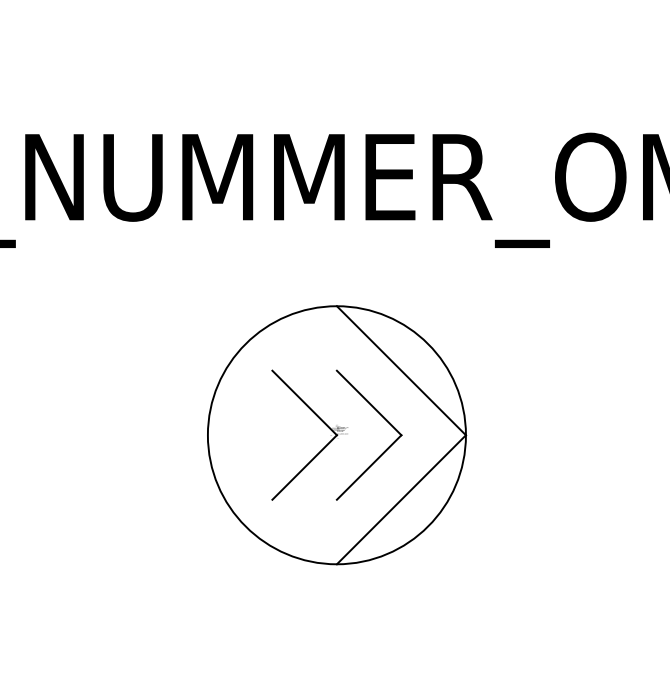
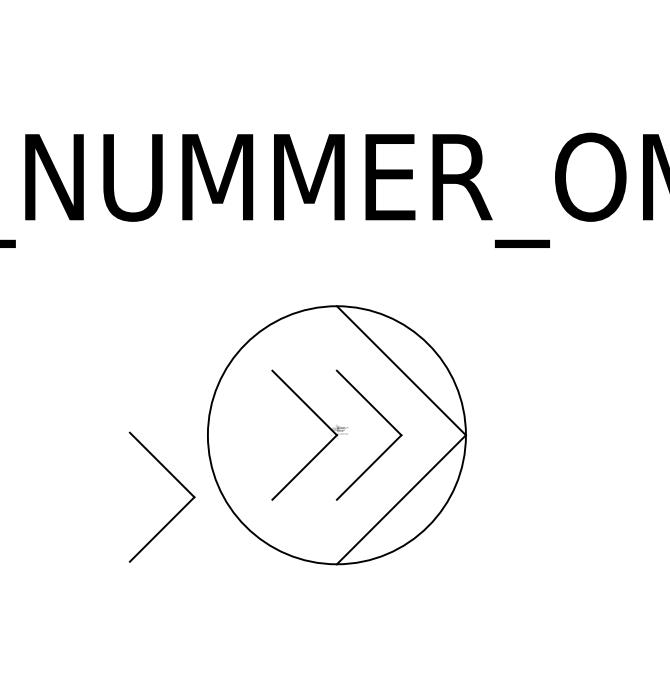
part at (176, 480): none -> present
